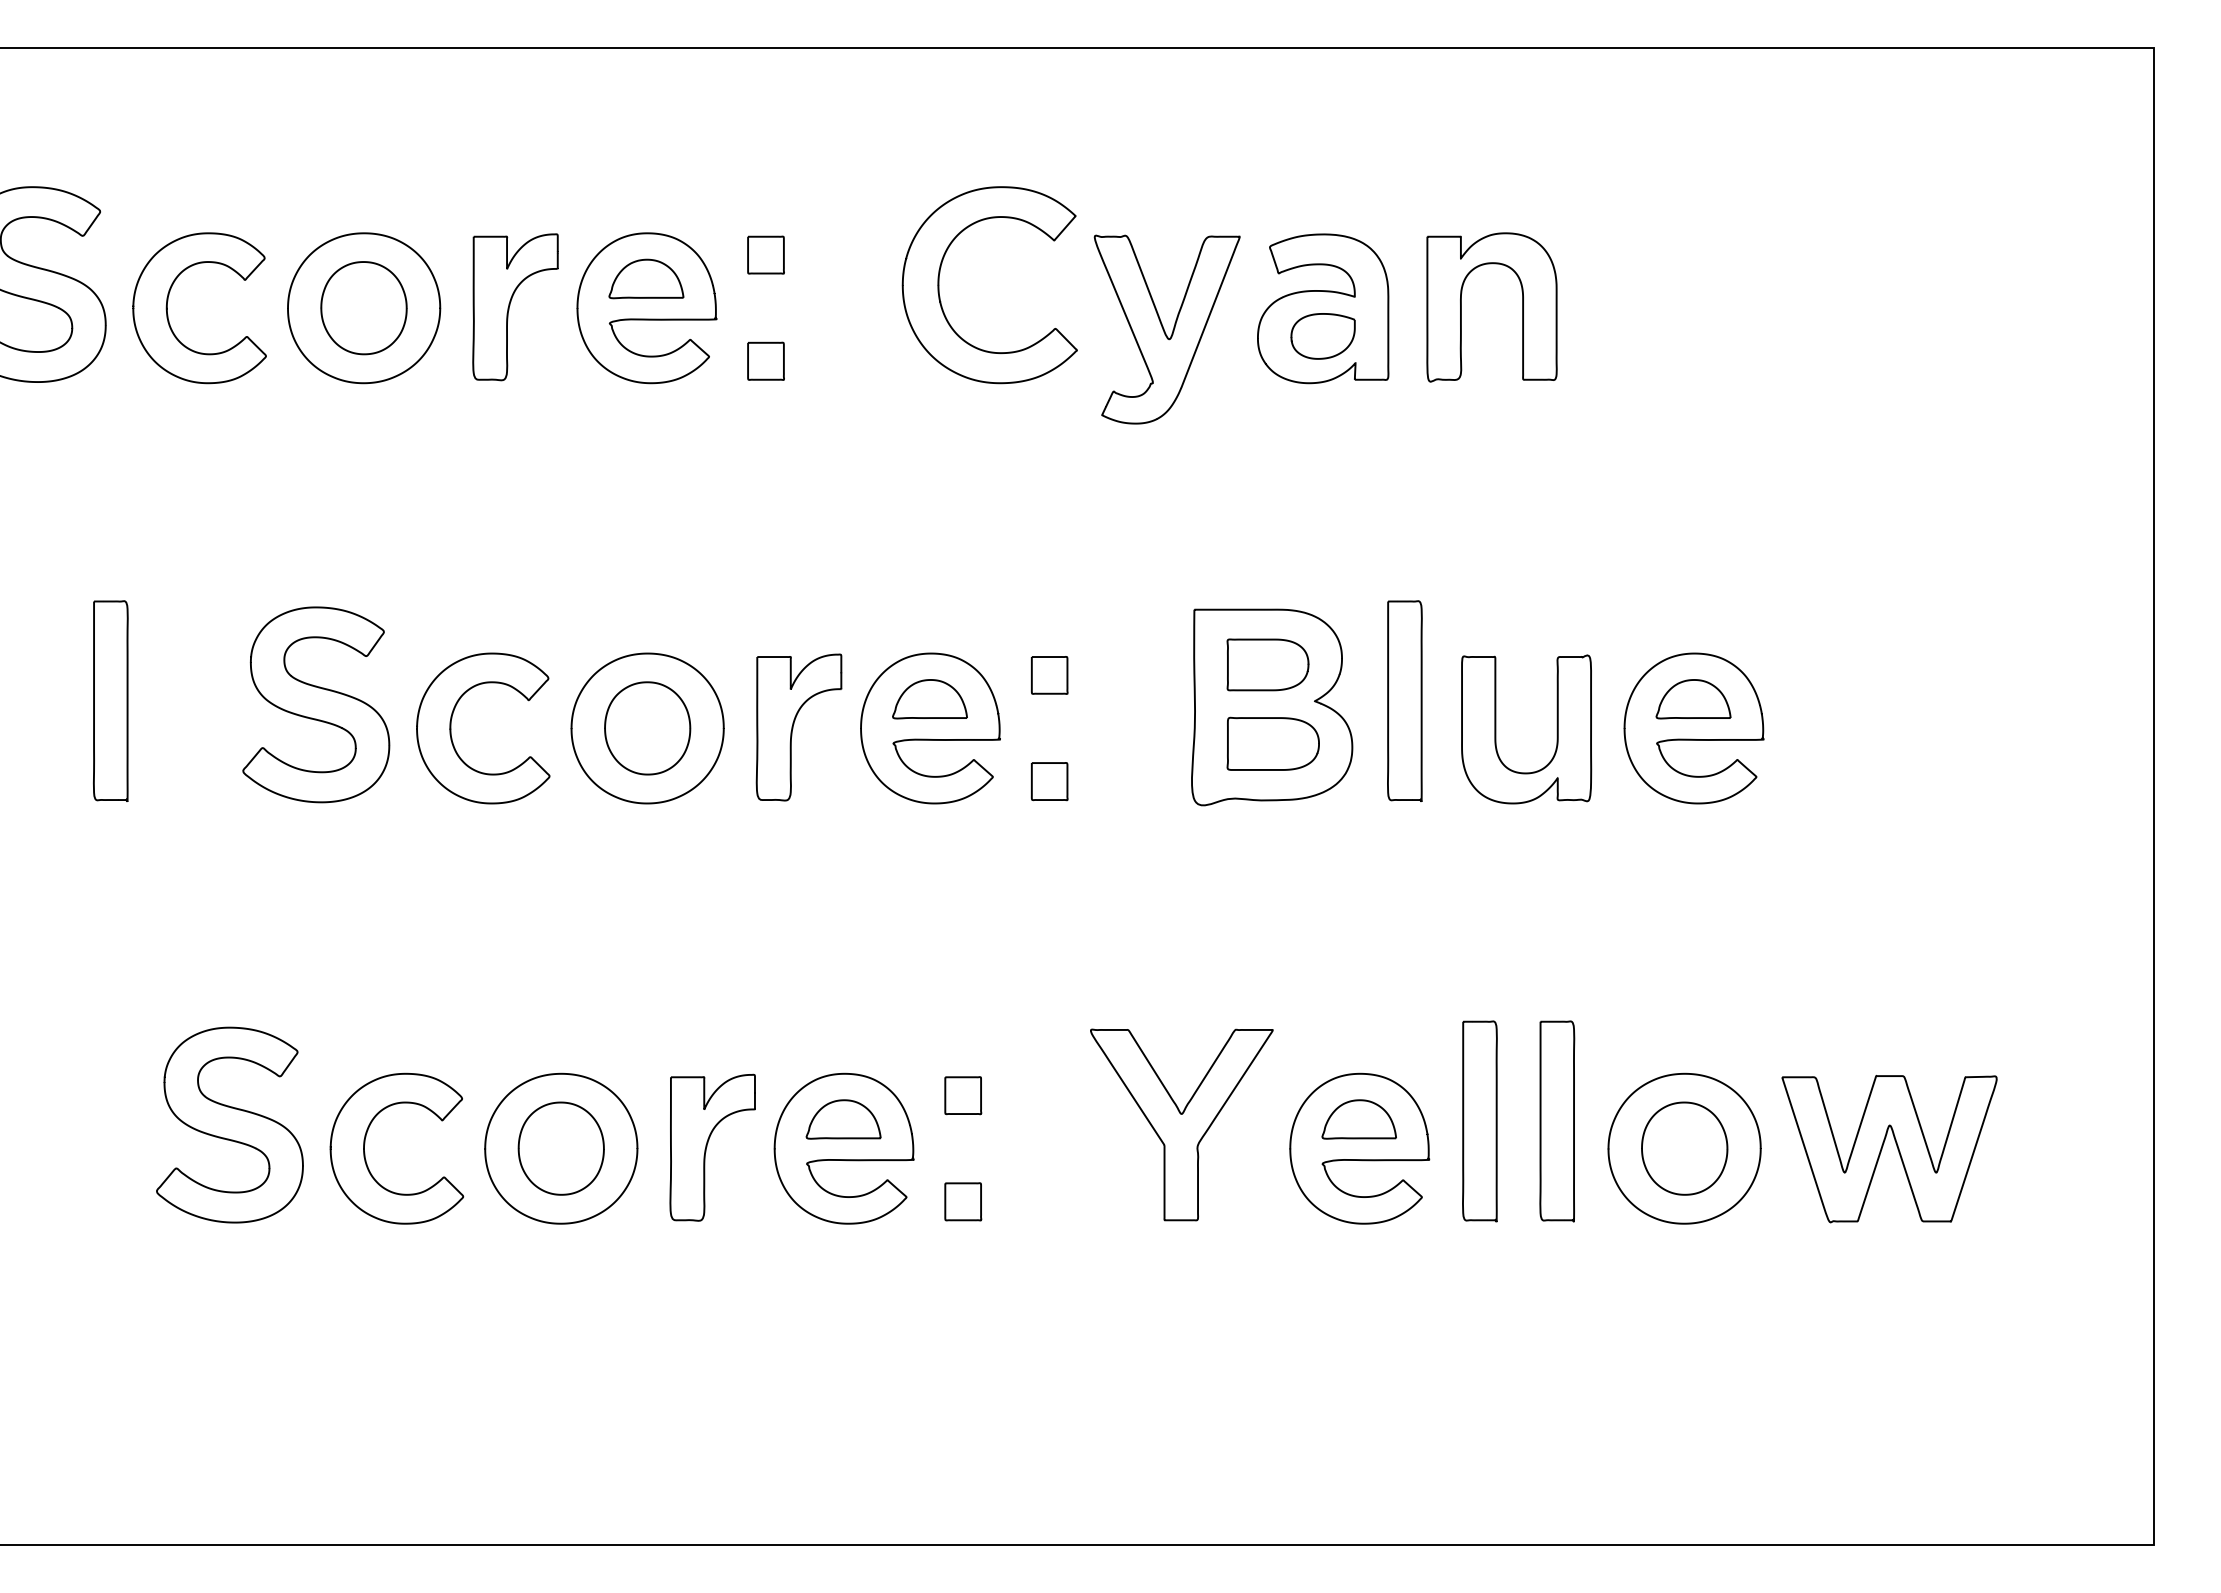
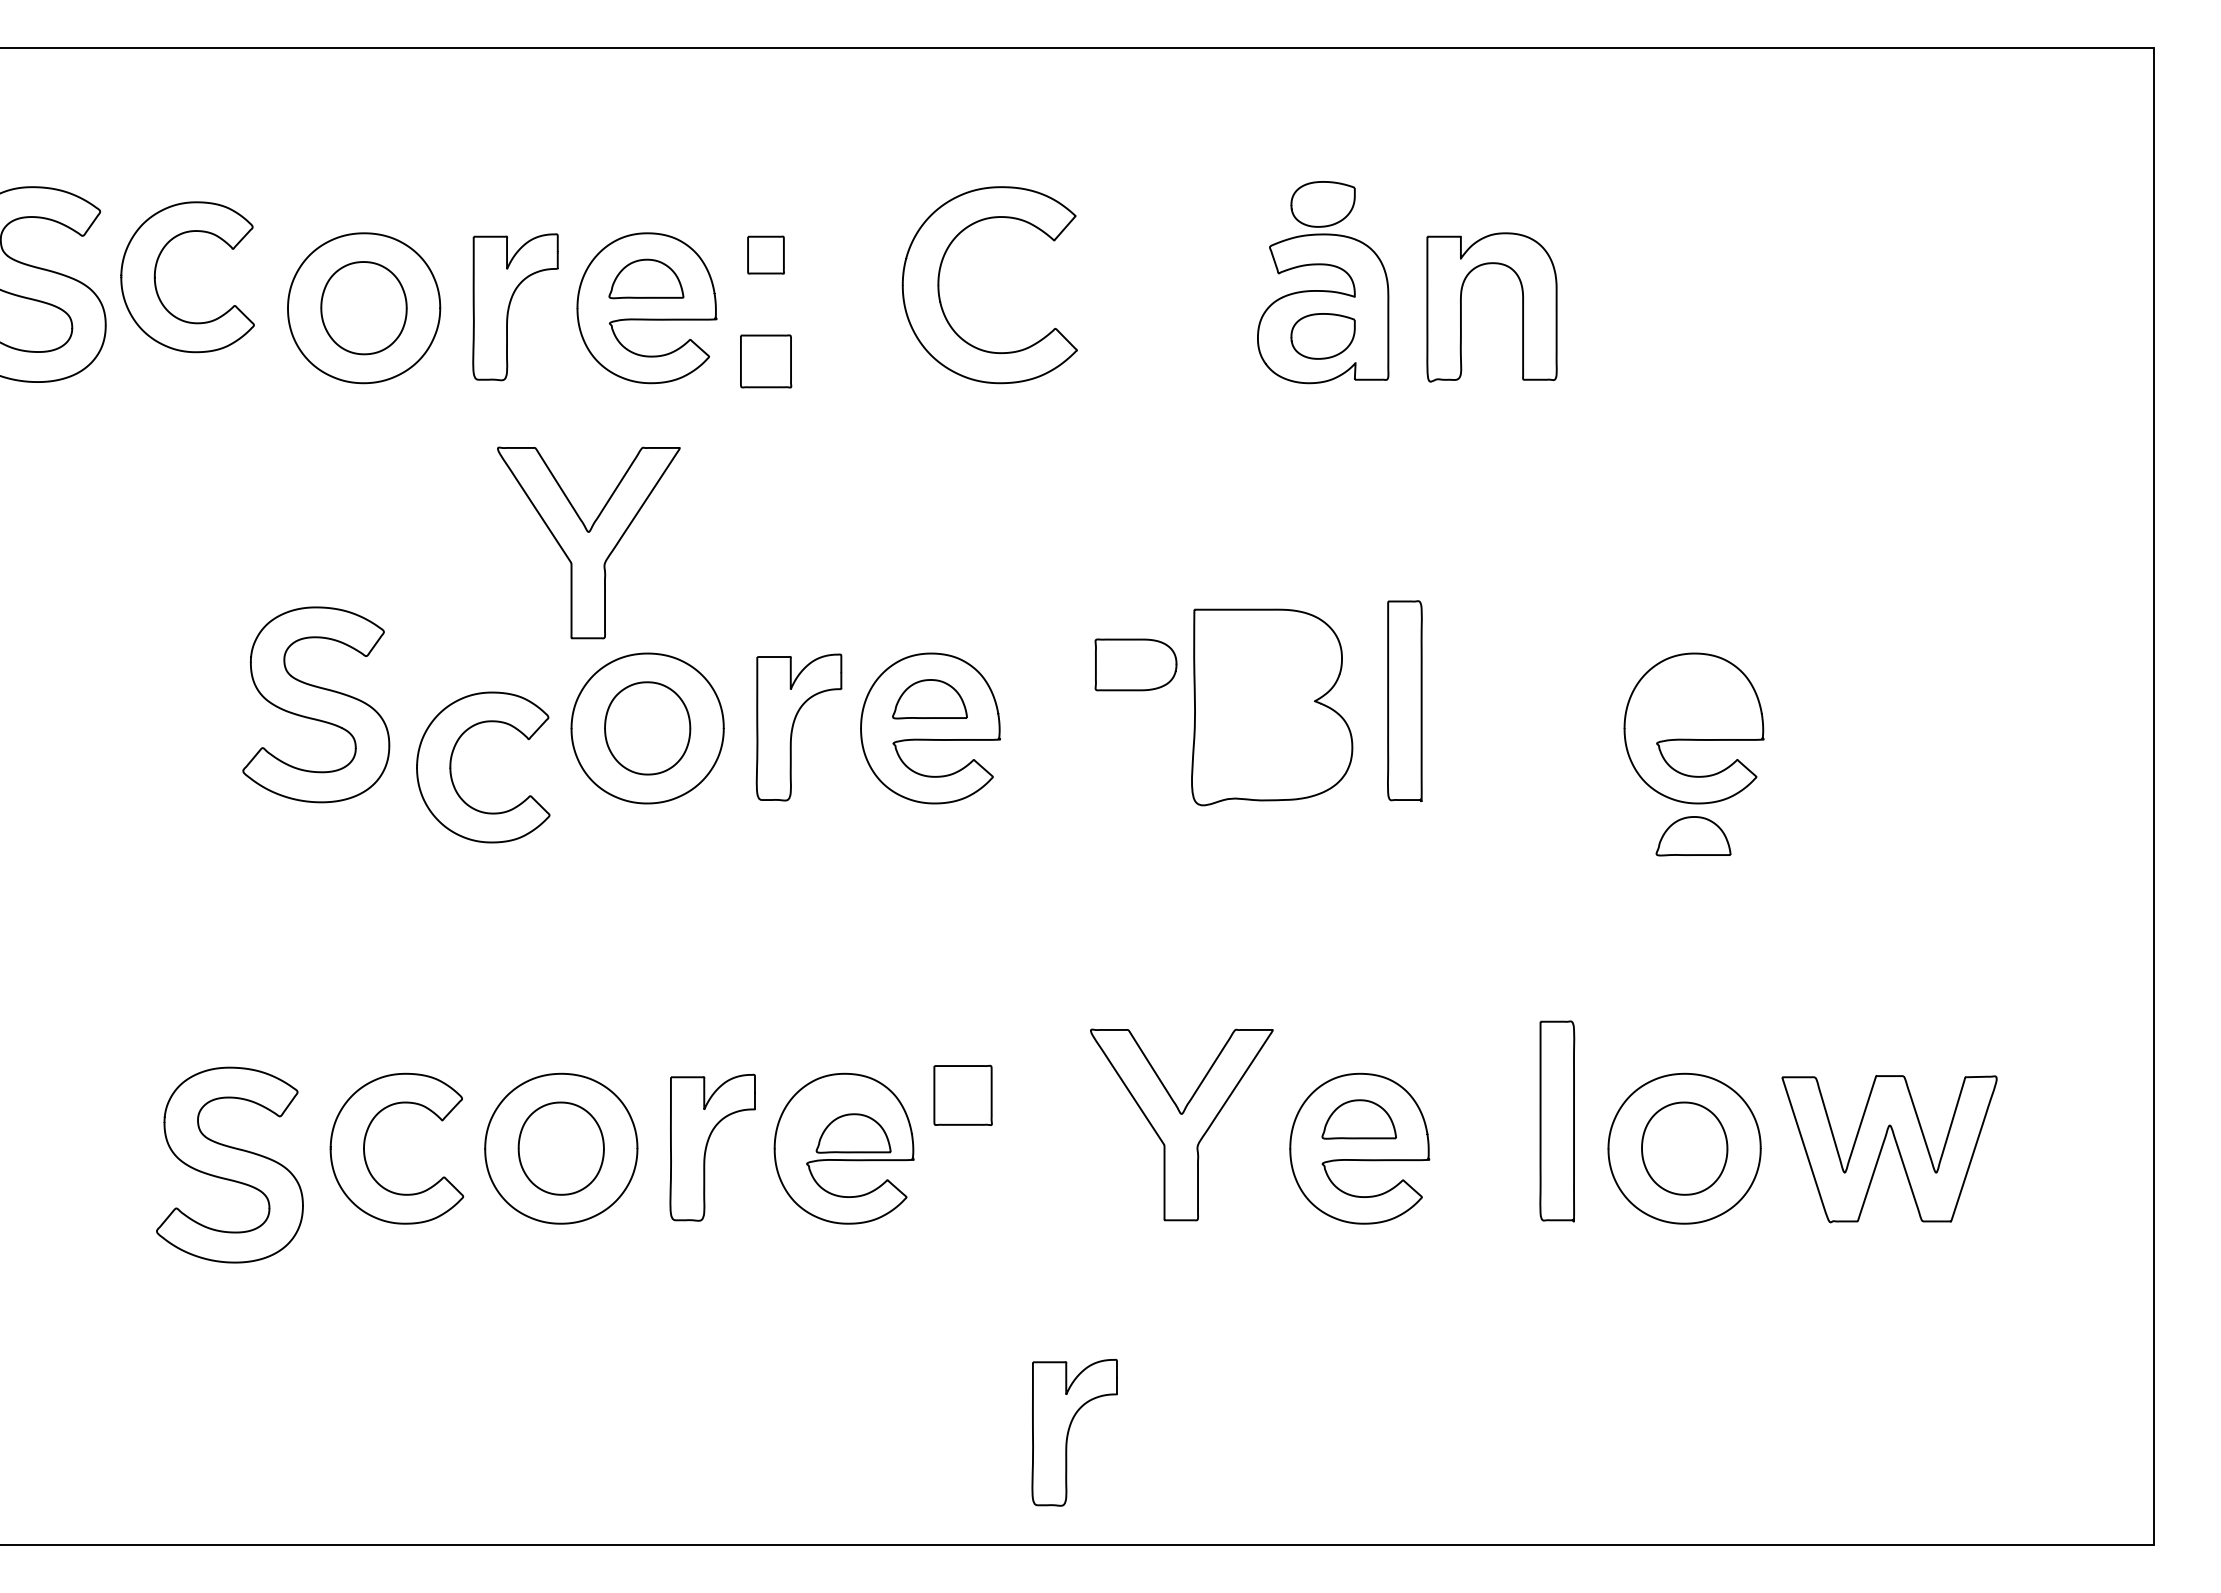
part at (1322, 204): none -> present
part at (168, 314) position: (168, 314) -> (156, 283)
part at (1166, 329): present -> none
part at (765, 360) size: 38x40 px -> 53x55 px
part at (588, 542): none -> present
part at (1267, 664) position: (1267, 664) -> (1135, 664)
part at (1049, 675): present -> none
part at (1693, 699) position: (1693, 699) -> (1693, 836)
part at (110, 700): present -> none
part at (451, 728) position: (451, 728) -> (451, 767)
part at (1496, 729): present -> none
part at (1272, 743): present -> none
part at (1049, 781): present -> none
part at (963, 1095) size: 39x40 px -> 60x62 px
part at (843, 1119) position: (843, 1119) -> (853, 1133)
part at (1479, 1121): present -> none
part at (229, 1124) position: (229, 1124) -> (229, 1164)
part at (963, 1201): present -> none
part at (1074, 1432): none -> present
